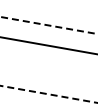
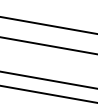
line at (48, 25): dashed -> solid
line at (48, 80): none -> present
line at (49, 94): dashed -> solid
